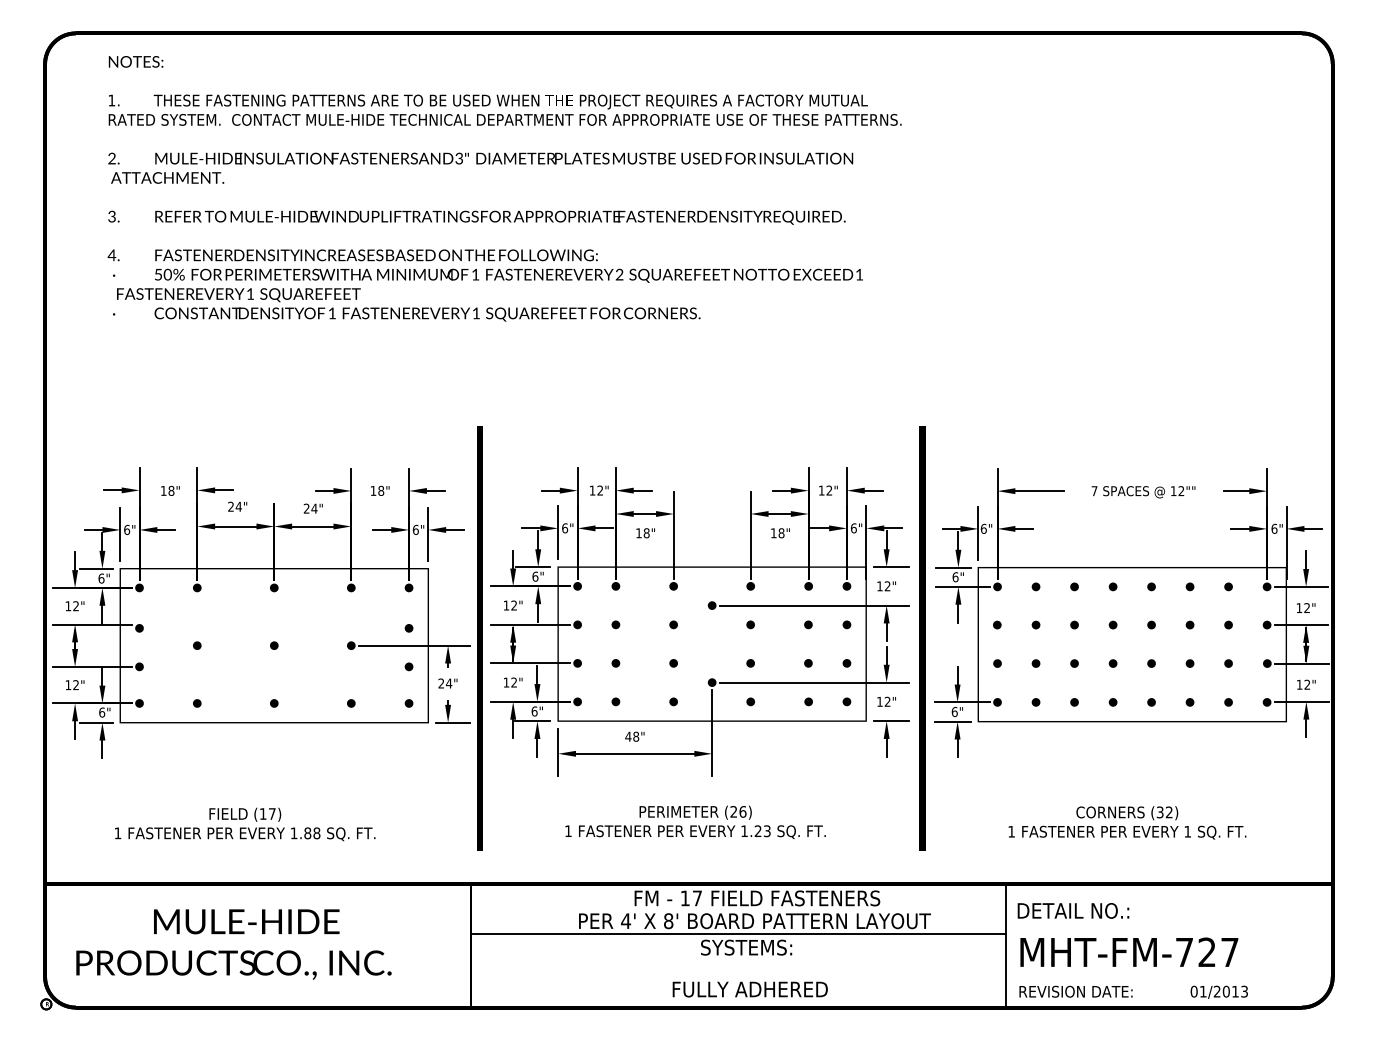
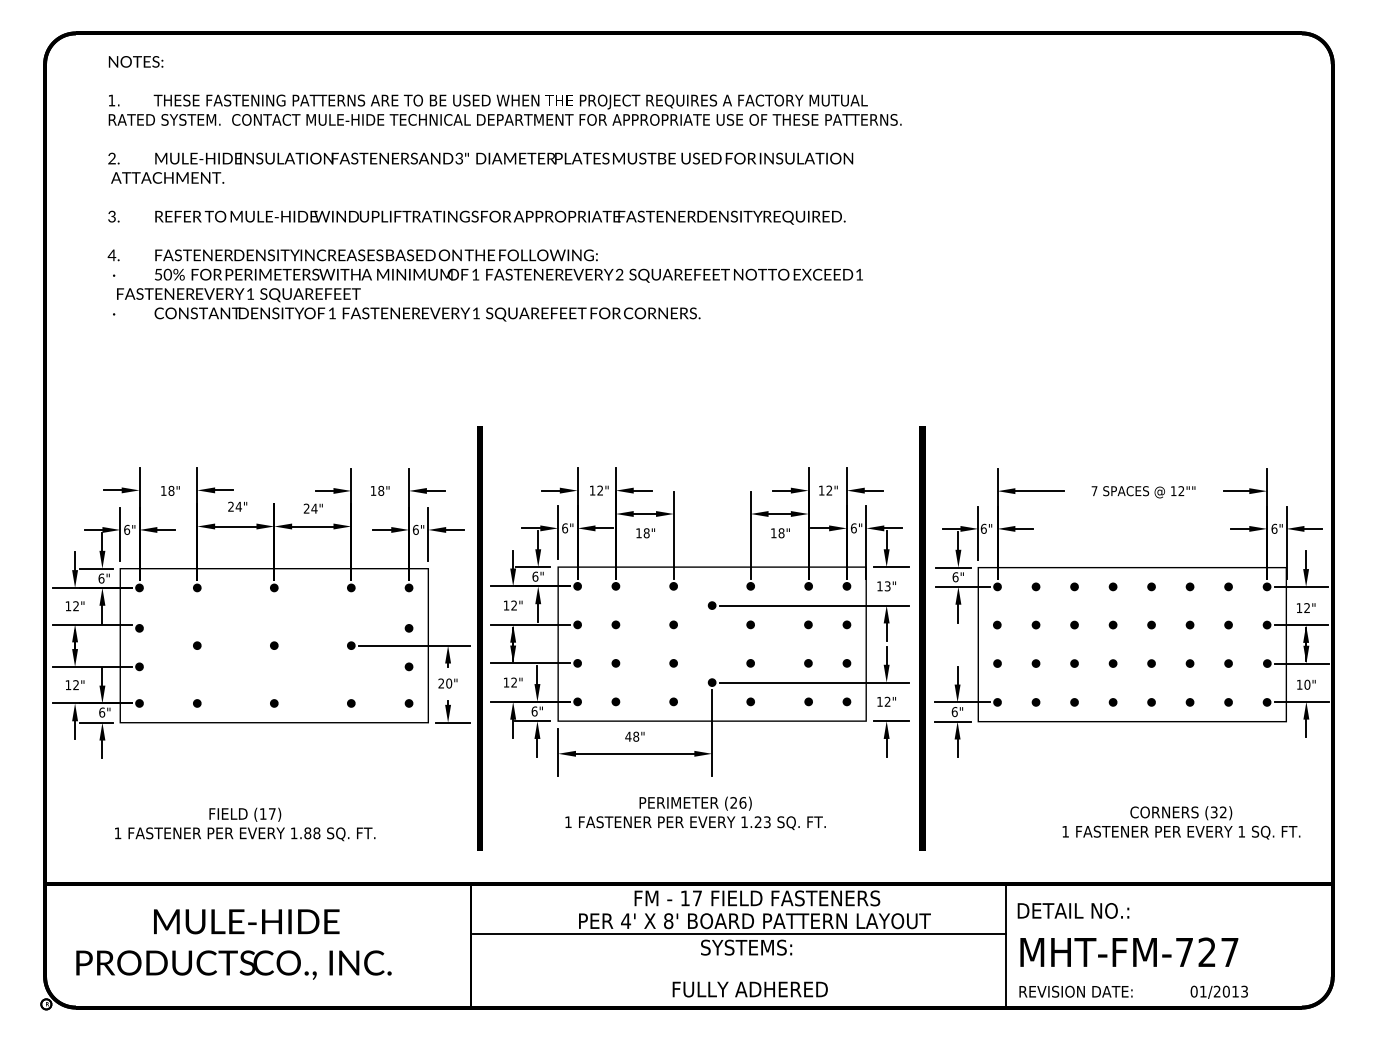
text at (887, 586): 12" -> 13"
text at (448, 683): 24" -> 20"
text at (1307, 684): 12" -> 10"
text at (695, 821) position: (695, 821) -> (695, 812)
text at (1127, 822) position: (1127, 822) -> (1181, 822)
